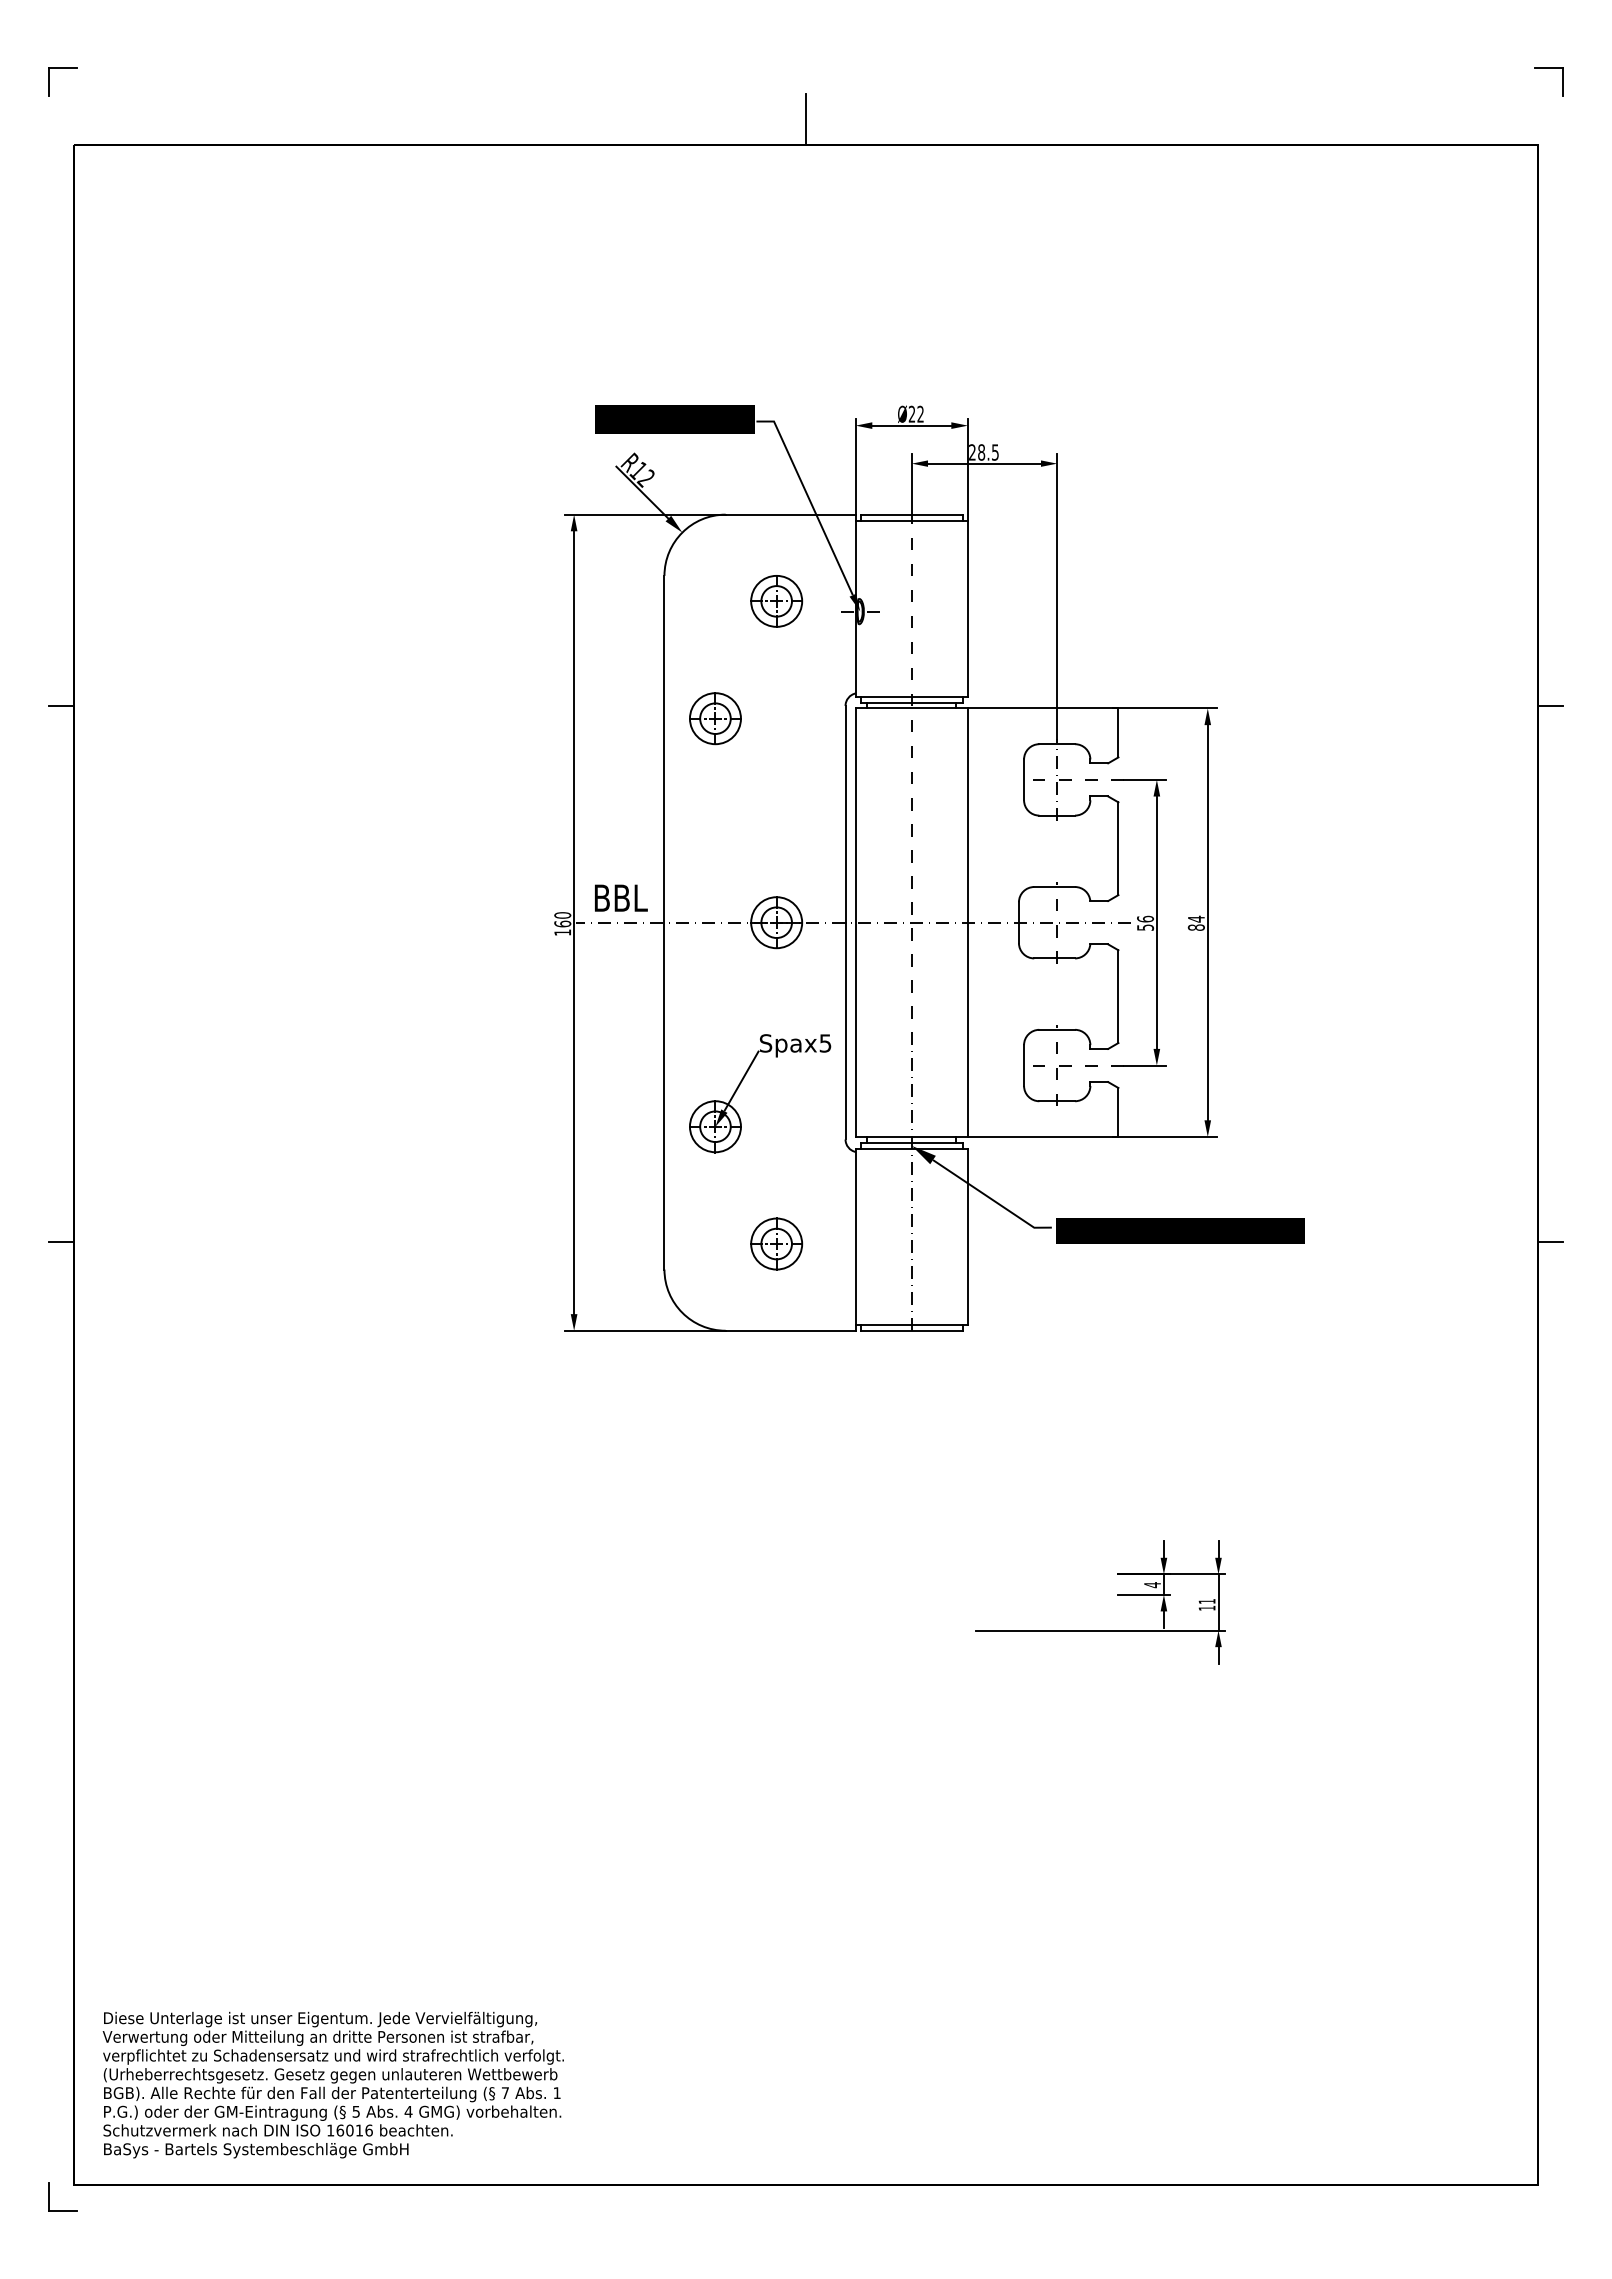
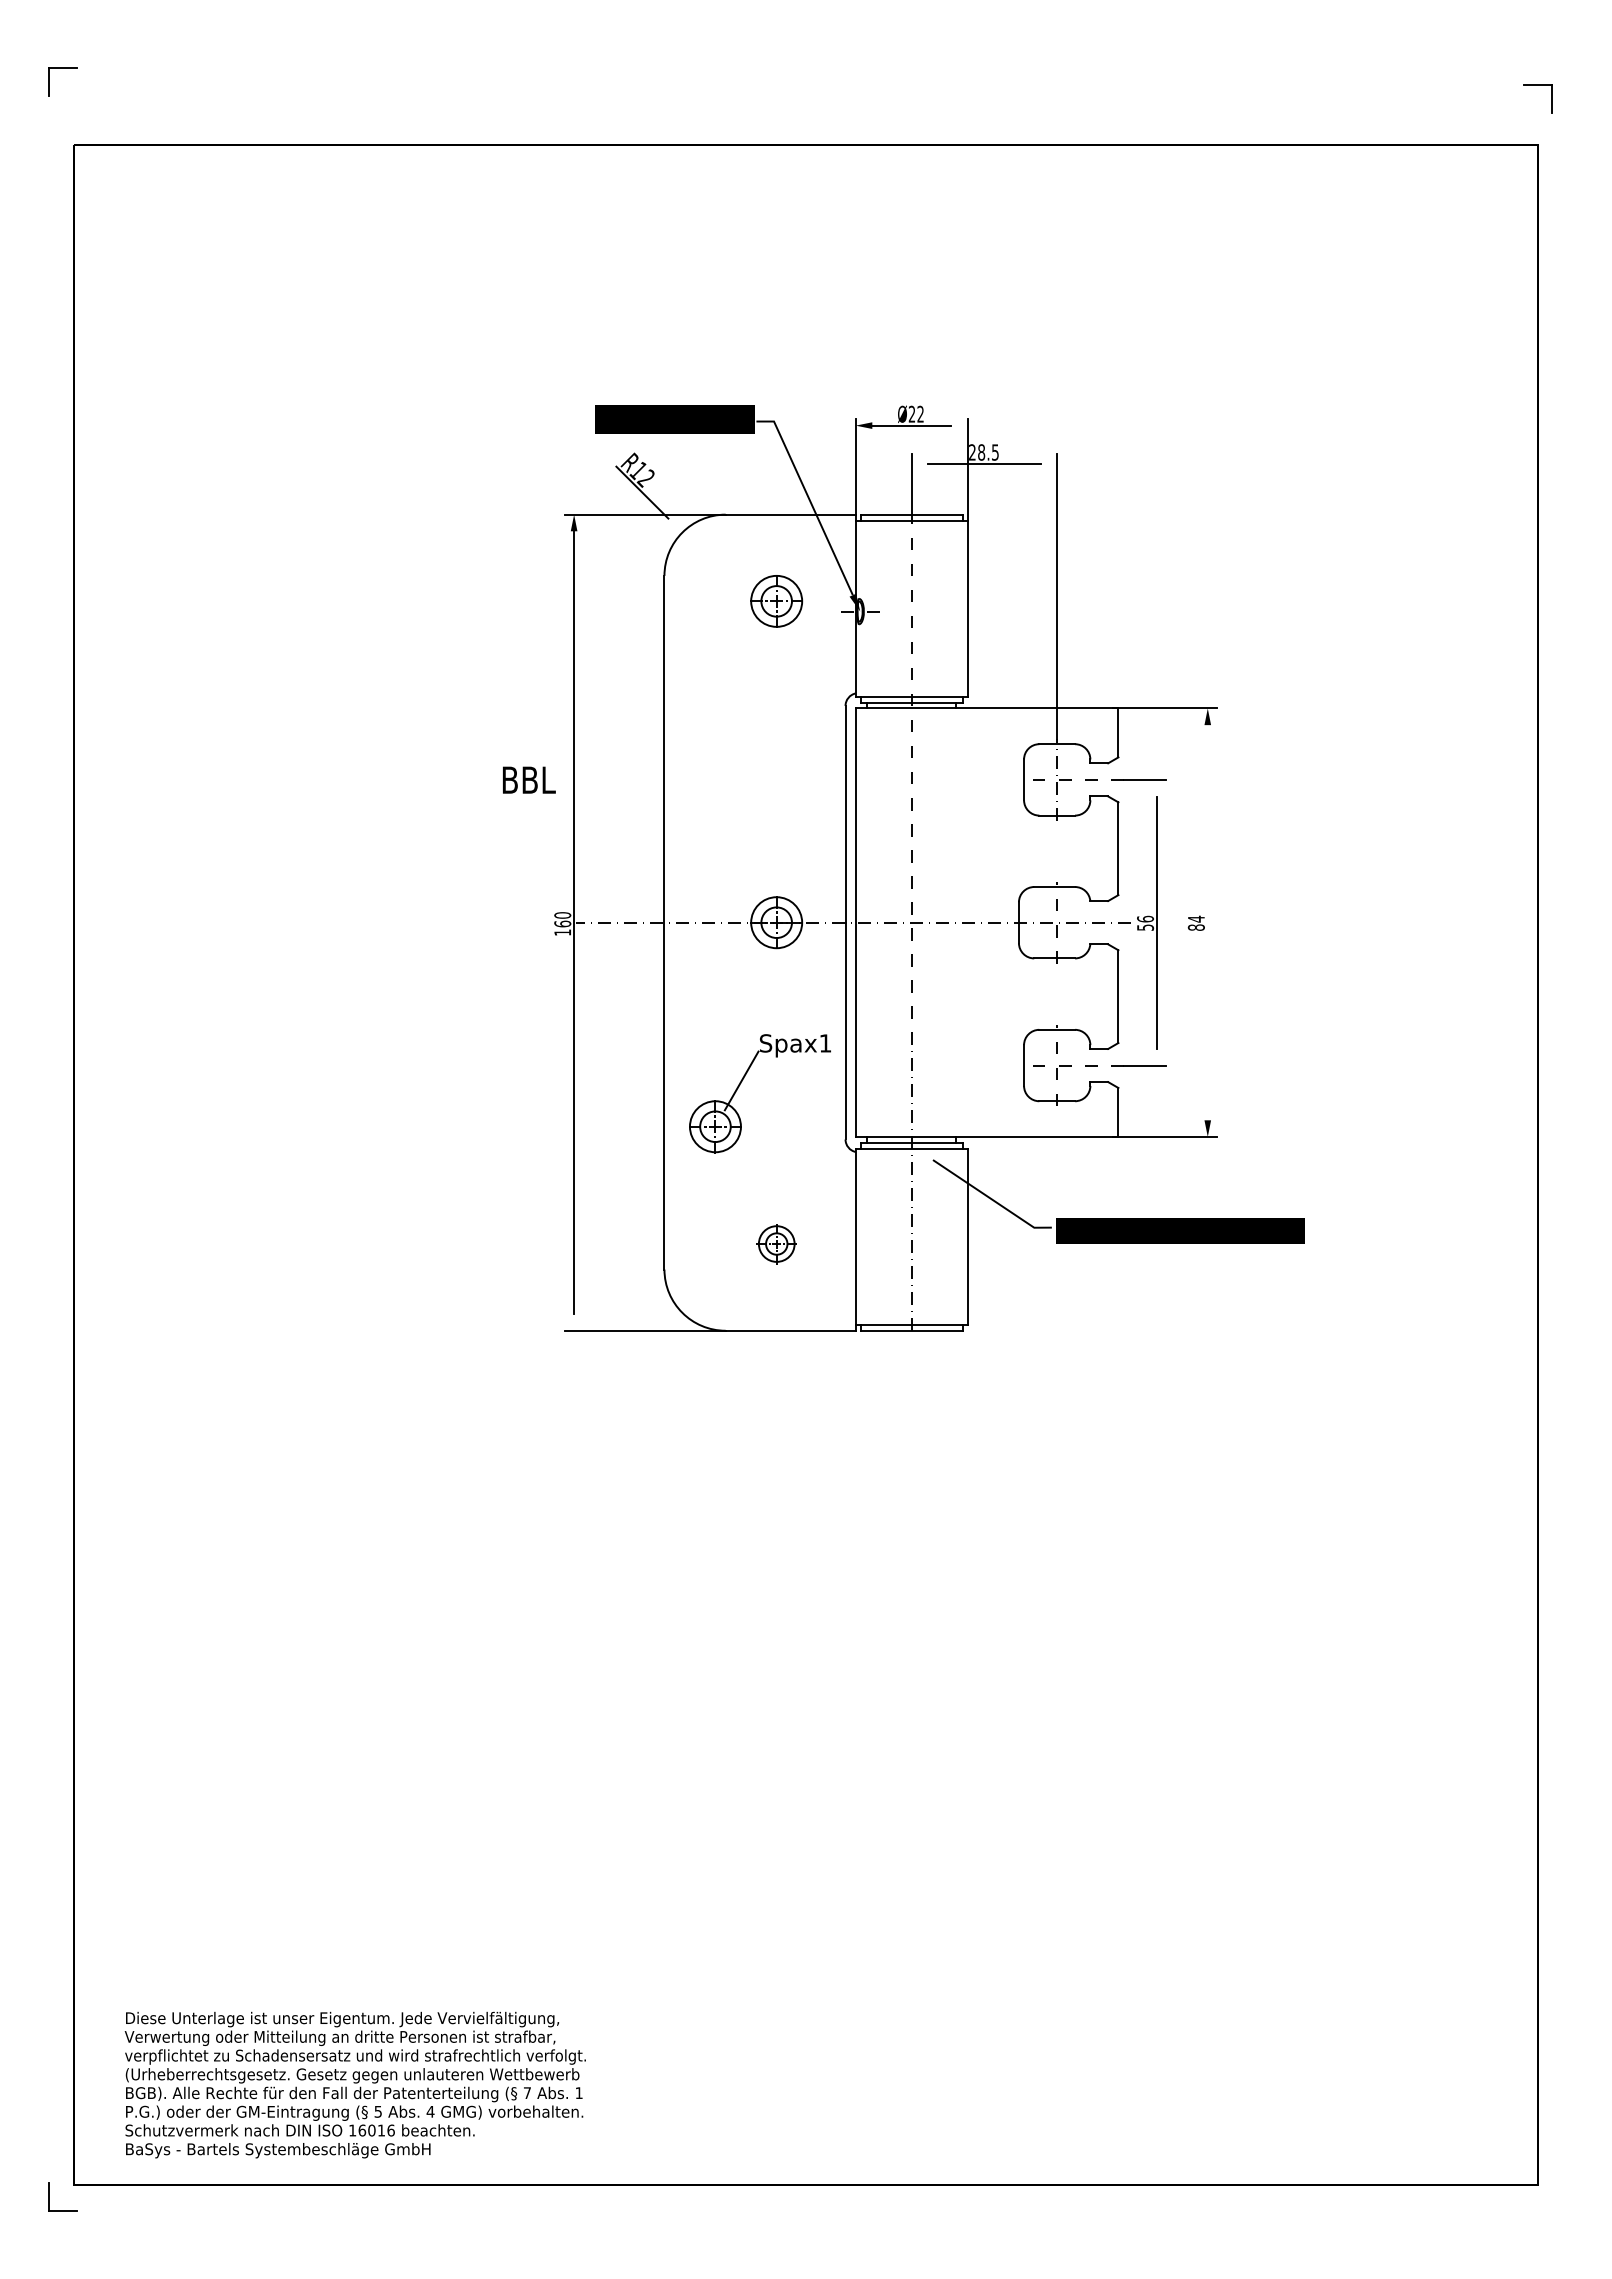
part at (1548, 68) position: (1548, 68) -> (1537, 85)
line at (806, 118): present -> none
fill at (959, 425): present -> none
fill at (919, 463): present -> none
fill at (1048, 463): present -> none
fill at (673, 523): present -> none
line at (61, 705): present -> none
line at (1550, 705): present -> none
part at (715, 718): present -> none
fill at (1156, 787): present -> none
text at (621, 897) position: (621, 897) -> (529, 779)
line at (967, 922): present -> none
line at (1207, 922): present -> none
text at (825, 1043): Spax5 -> Spax1
fill at (1156, 1056): present -> none
fill at (721, 1117): present -> none
fill at (923, 1154): present -> none
line at (61, 1241): present -> none
line at (1550, 1241): present -> none
part at (776, 1243) size: 54x54 px -> 41x41 px
fill at (573, 1322): present -> none
part at (1117, 1595): present -> none
text at (332, 2084) position: (332, 2084) -> (354, 2084)
